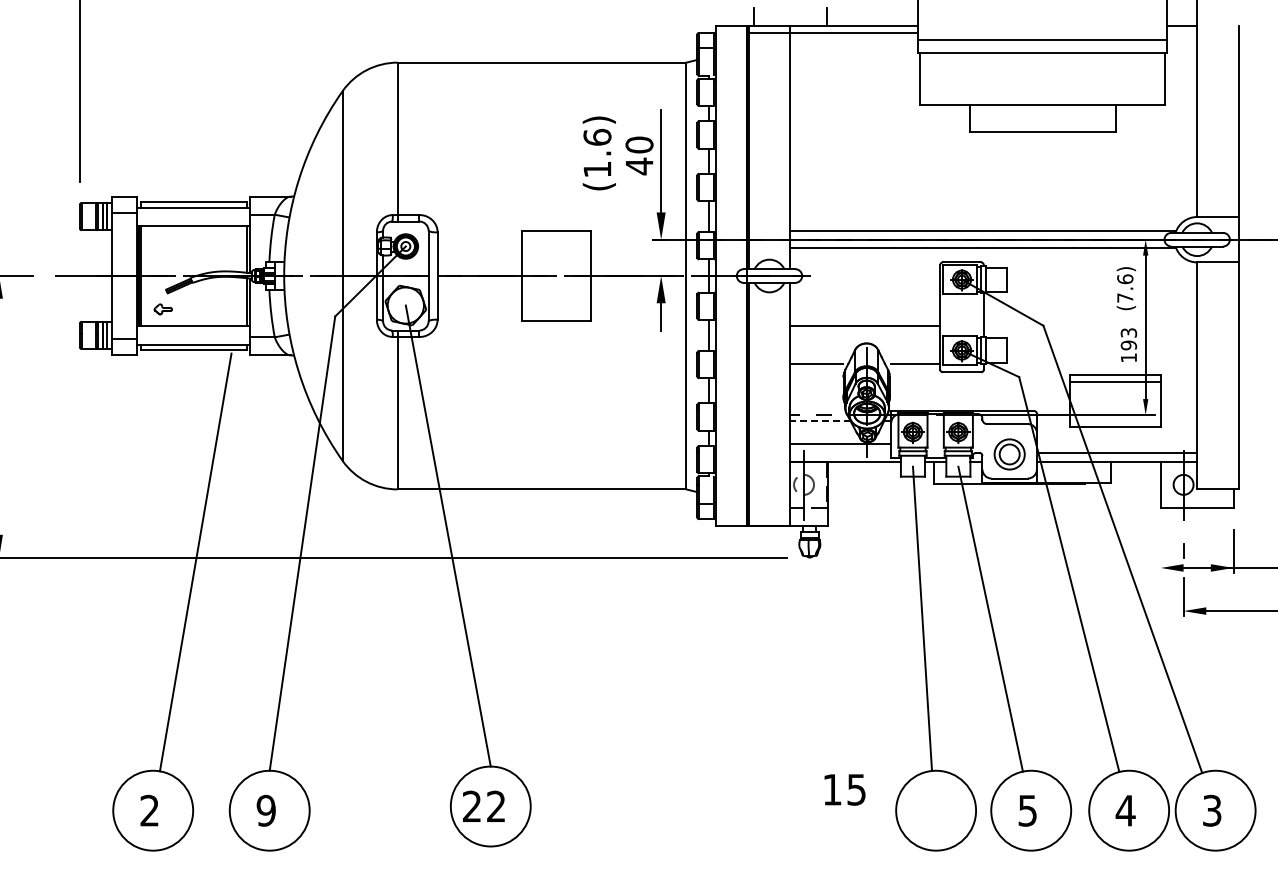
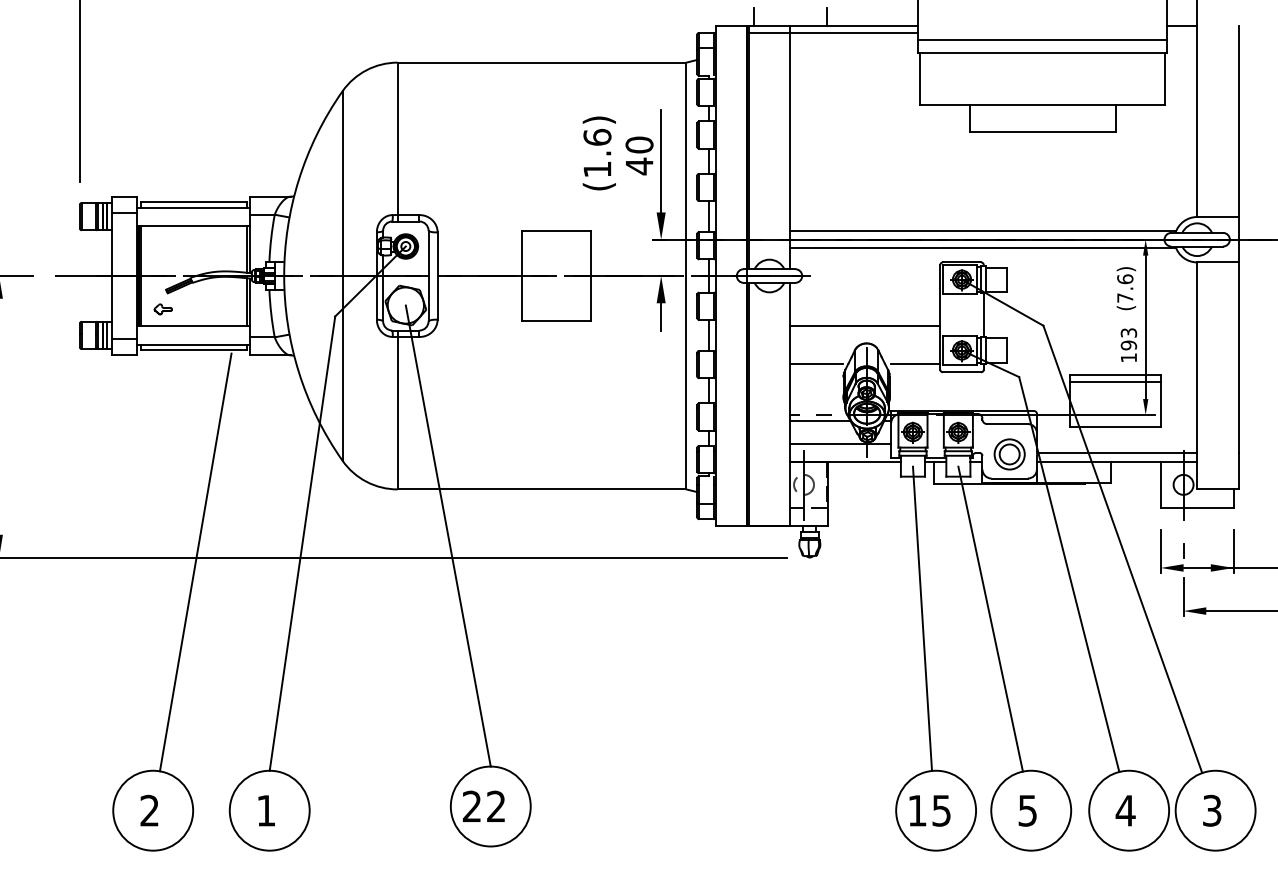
line at (819, 421): dashed -> solid
line at (1160, 551): none -> present
text at (844, 789) position: (844, 789) -> (929, 810)
text at (265, 810): 9 -> 1
